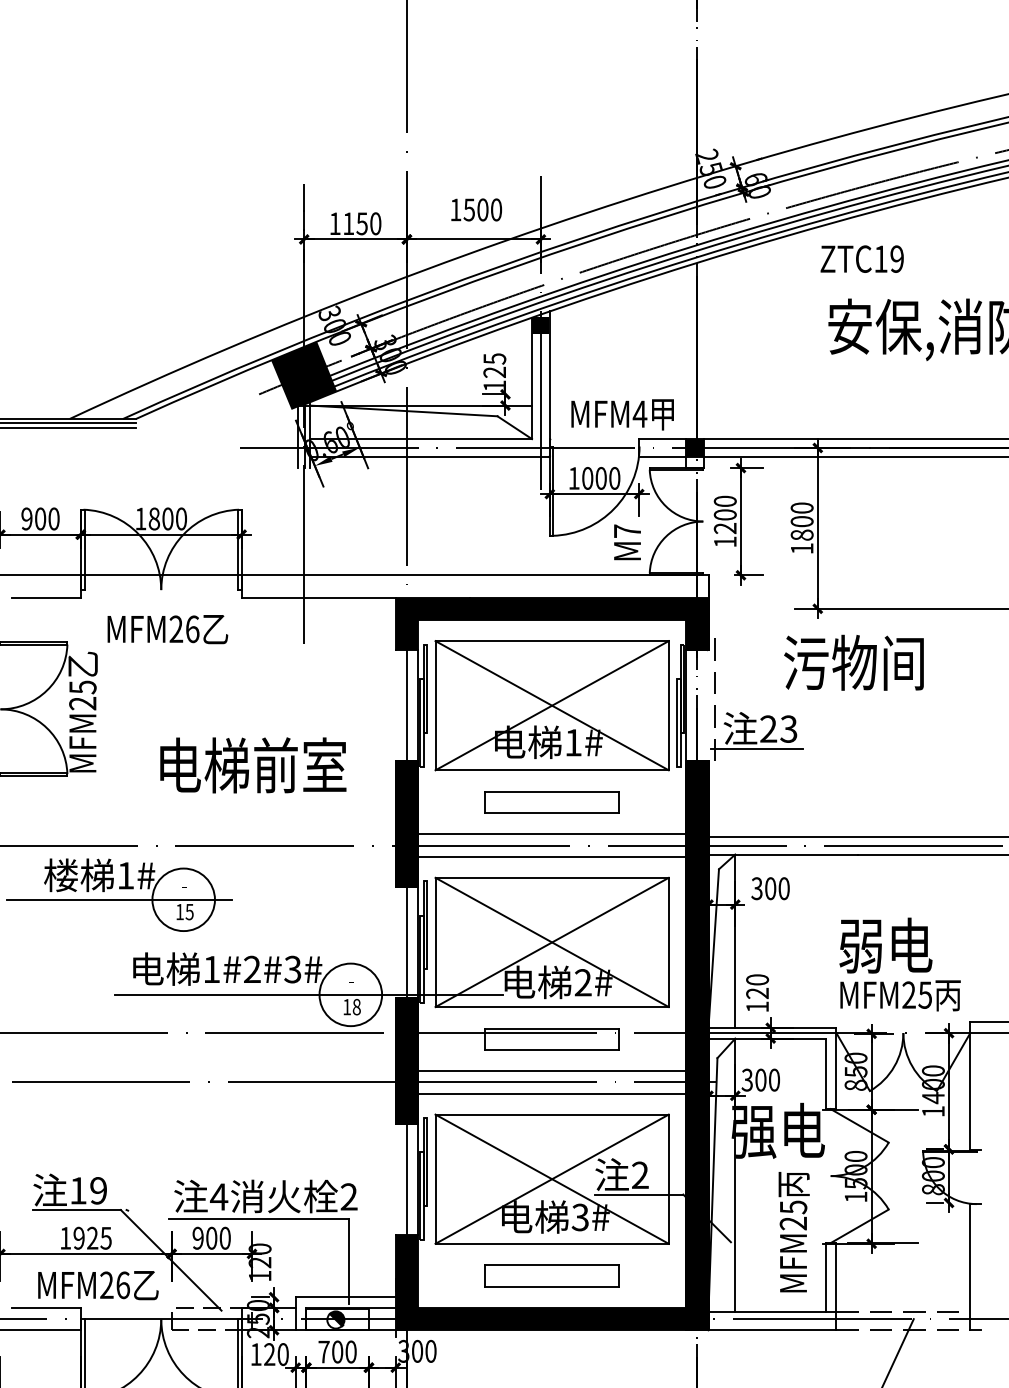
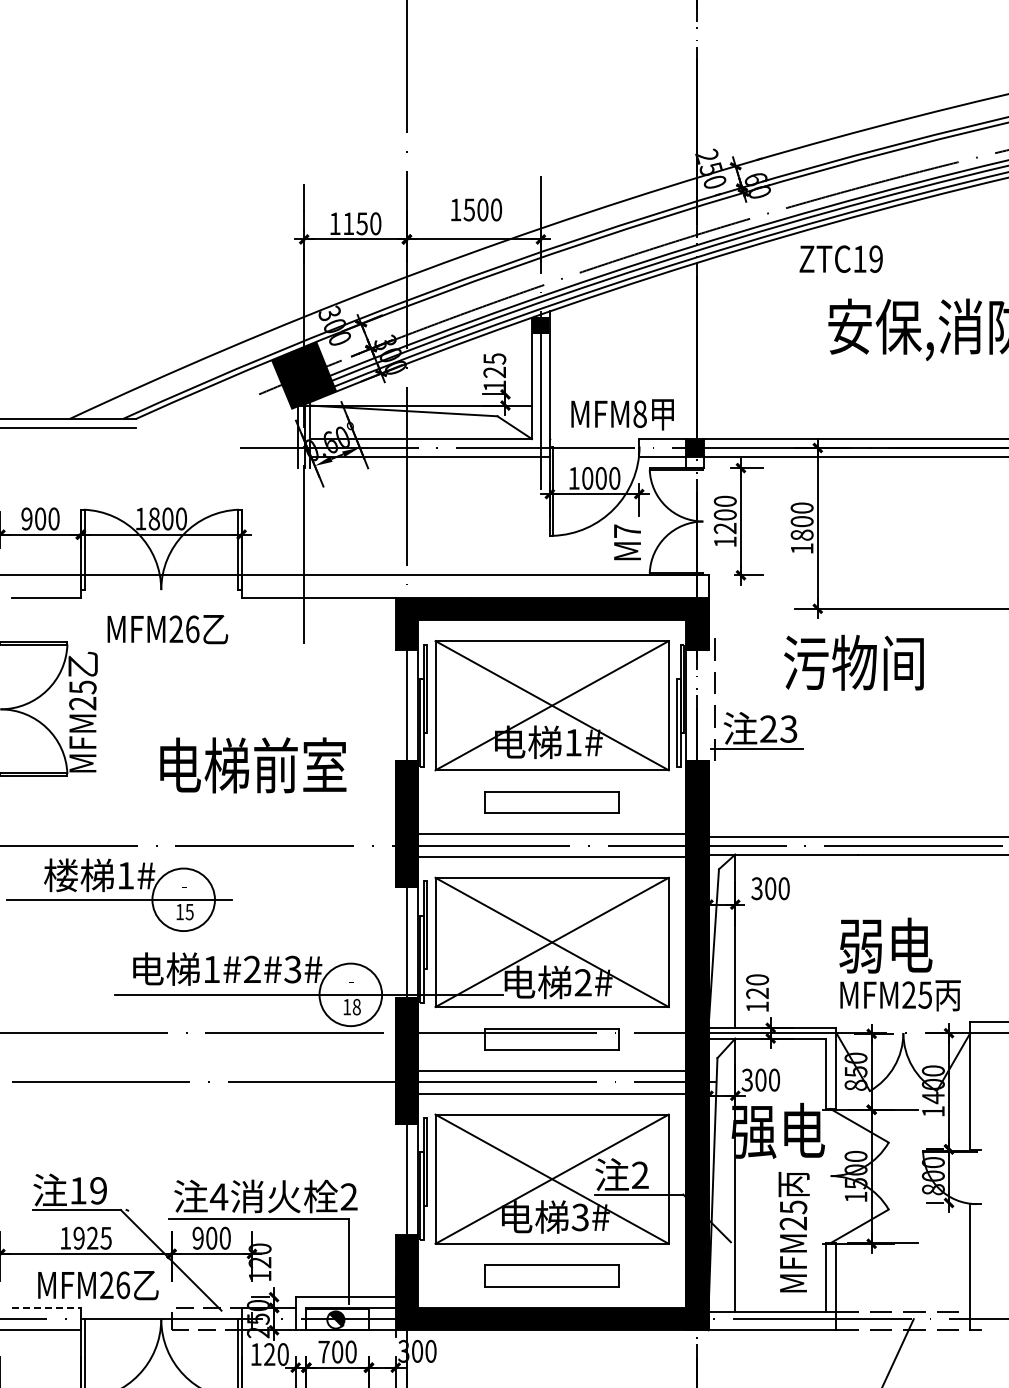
text at (861, 258) position: (861, 258) -> (840, 258)
text at (639, 414): MFM4 -> MFM8
line at (69, 423): present -> none
line at (46, 1307): solid -> dashed
